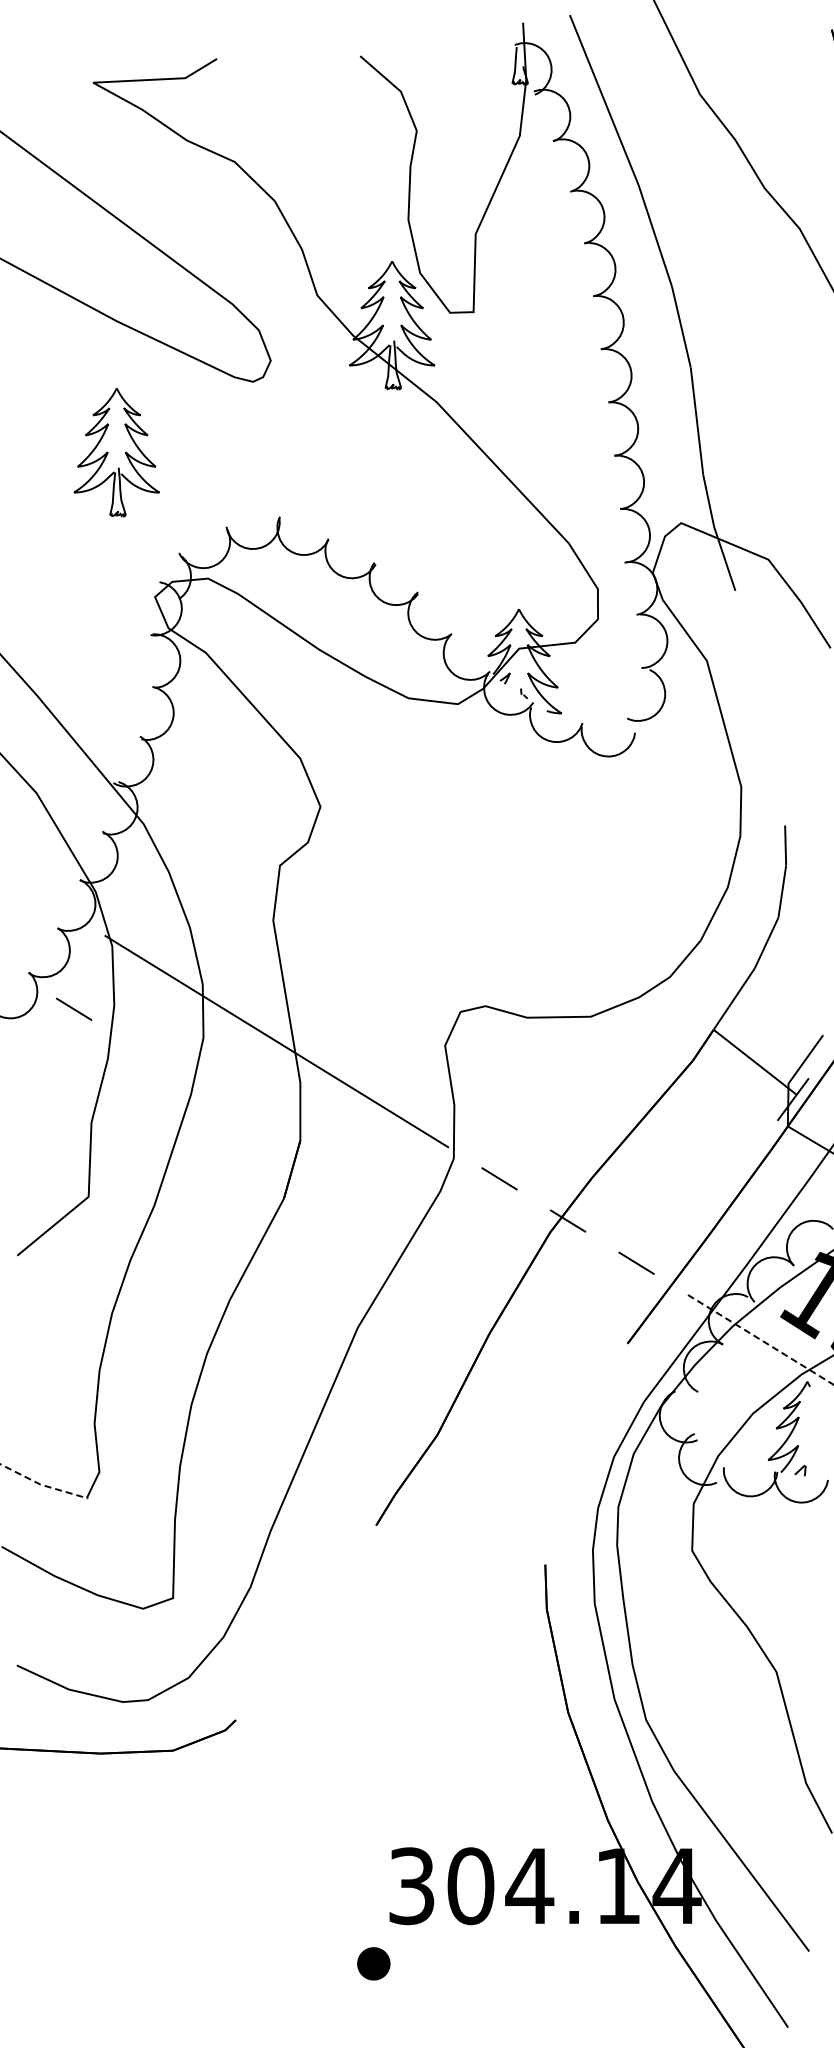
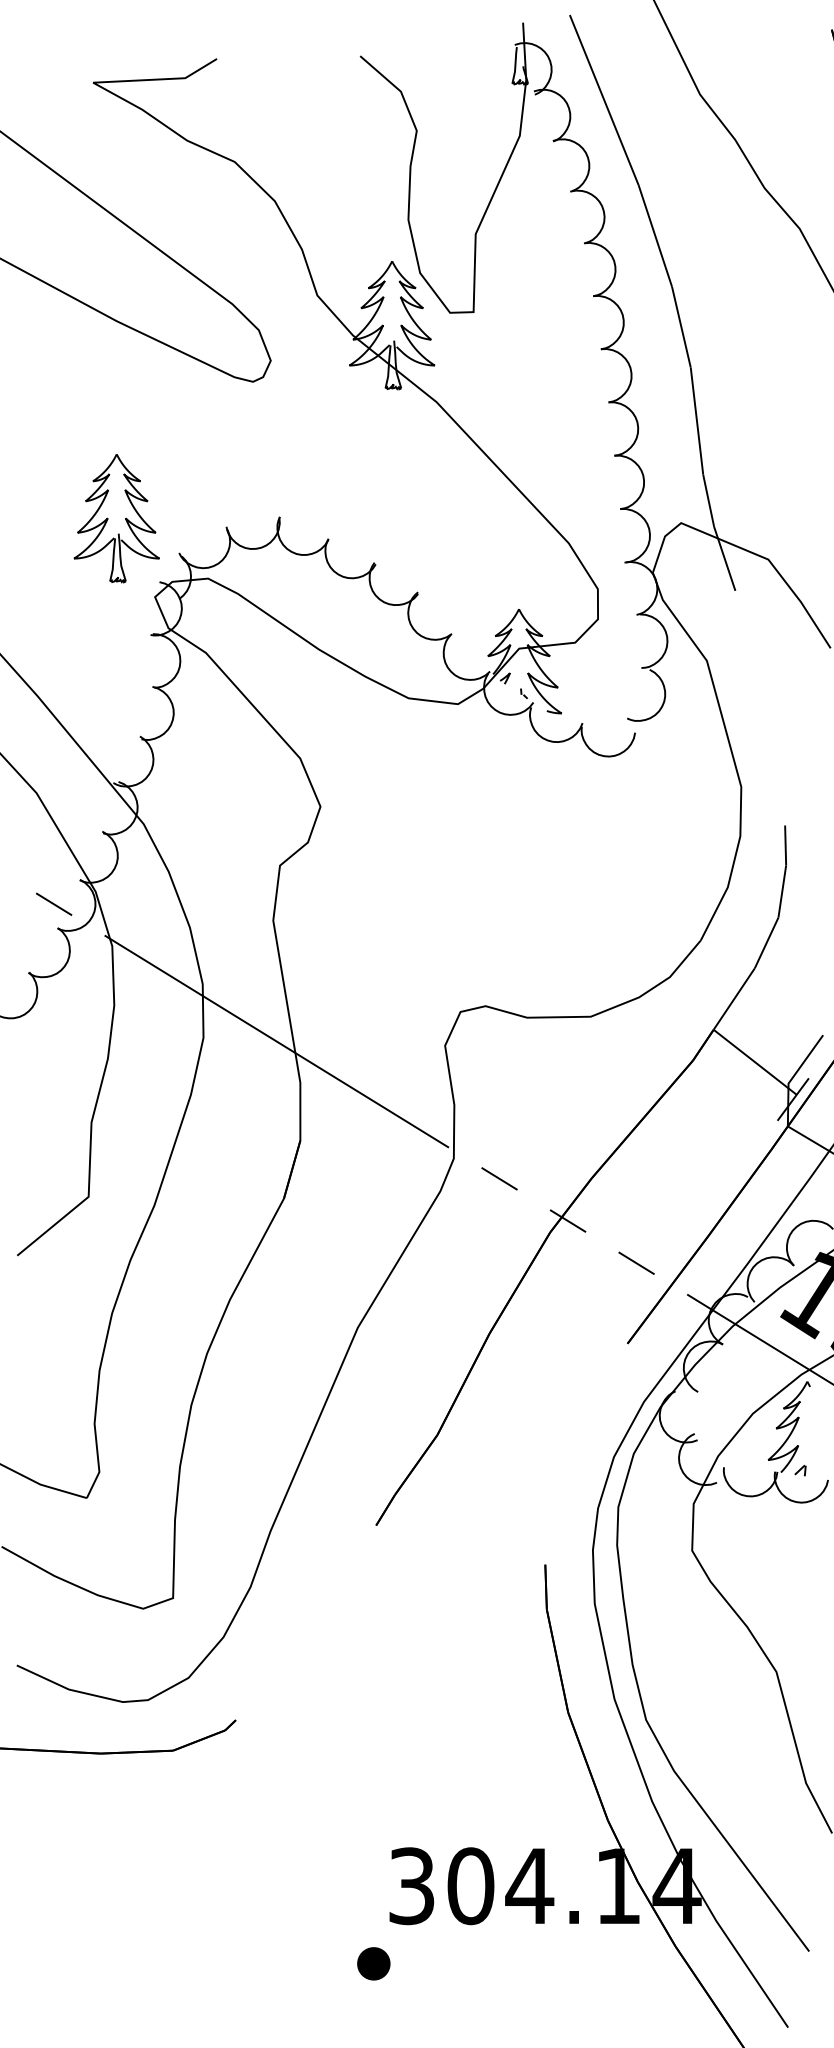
part at (116, 452) position: (116, 452) -> (116, 518)
line at (74, 1008) position: (74, 1008) -> (54, 903)
line at (761, 1340): dashed -> solid
line at (42, 1485): dashed -> solid
